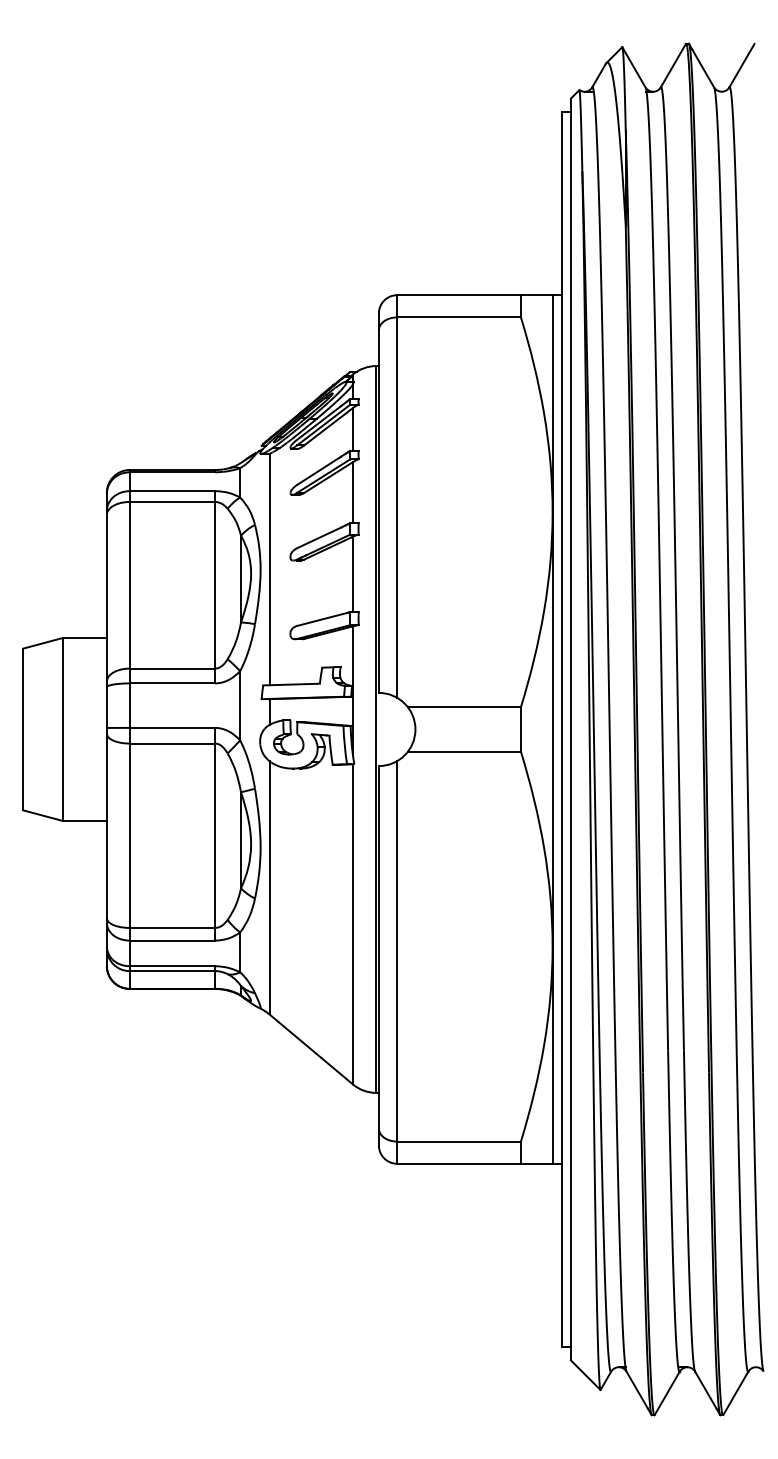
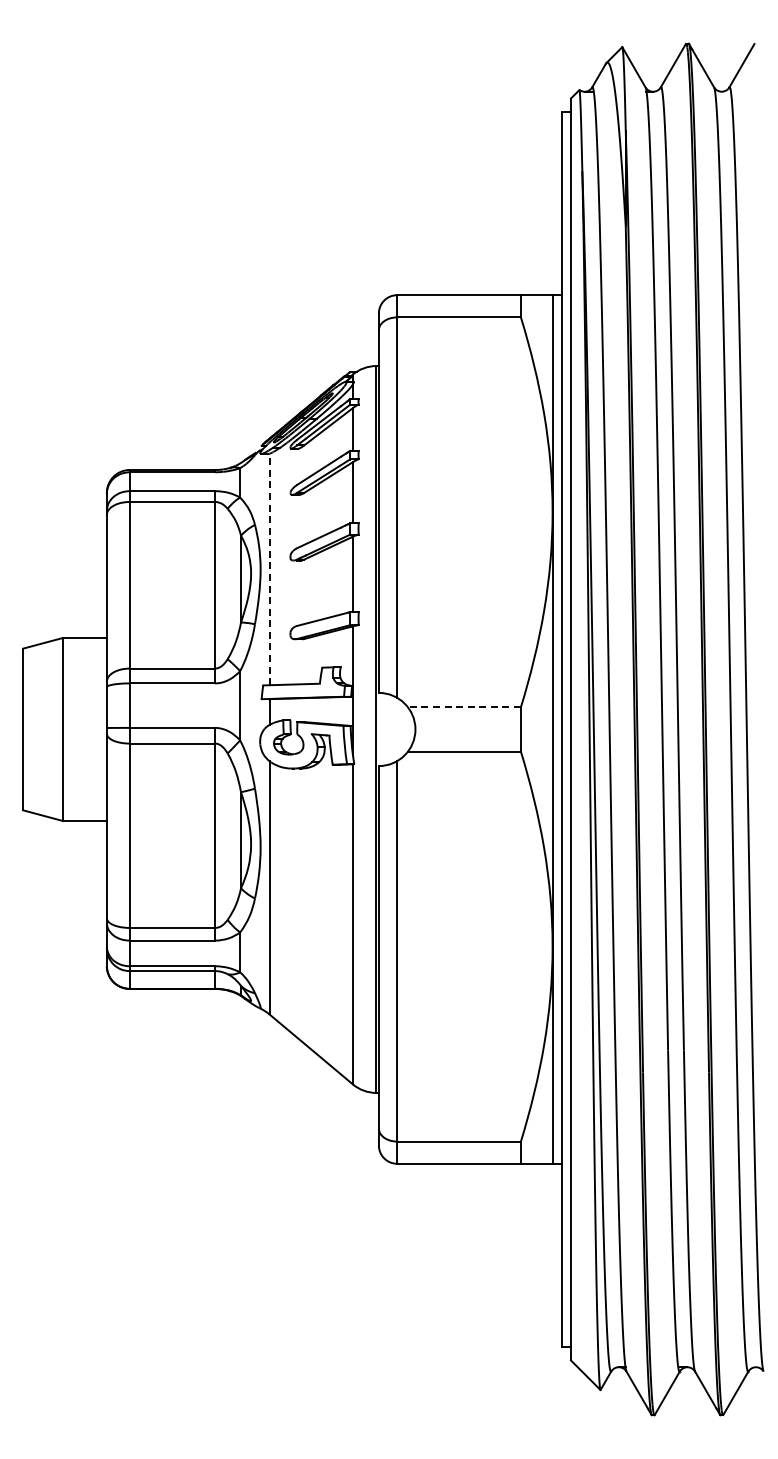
line at (269, 569): solid -> dashed
line at (464, 707): solid -> dashed
